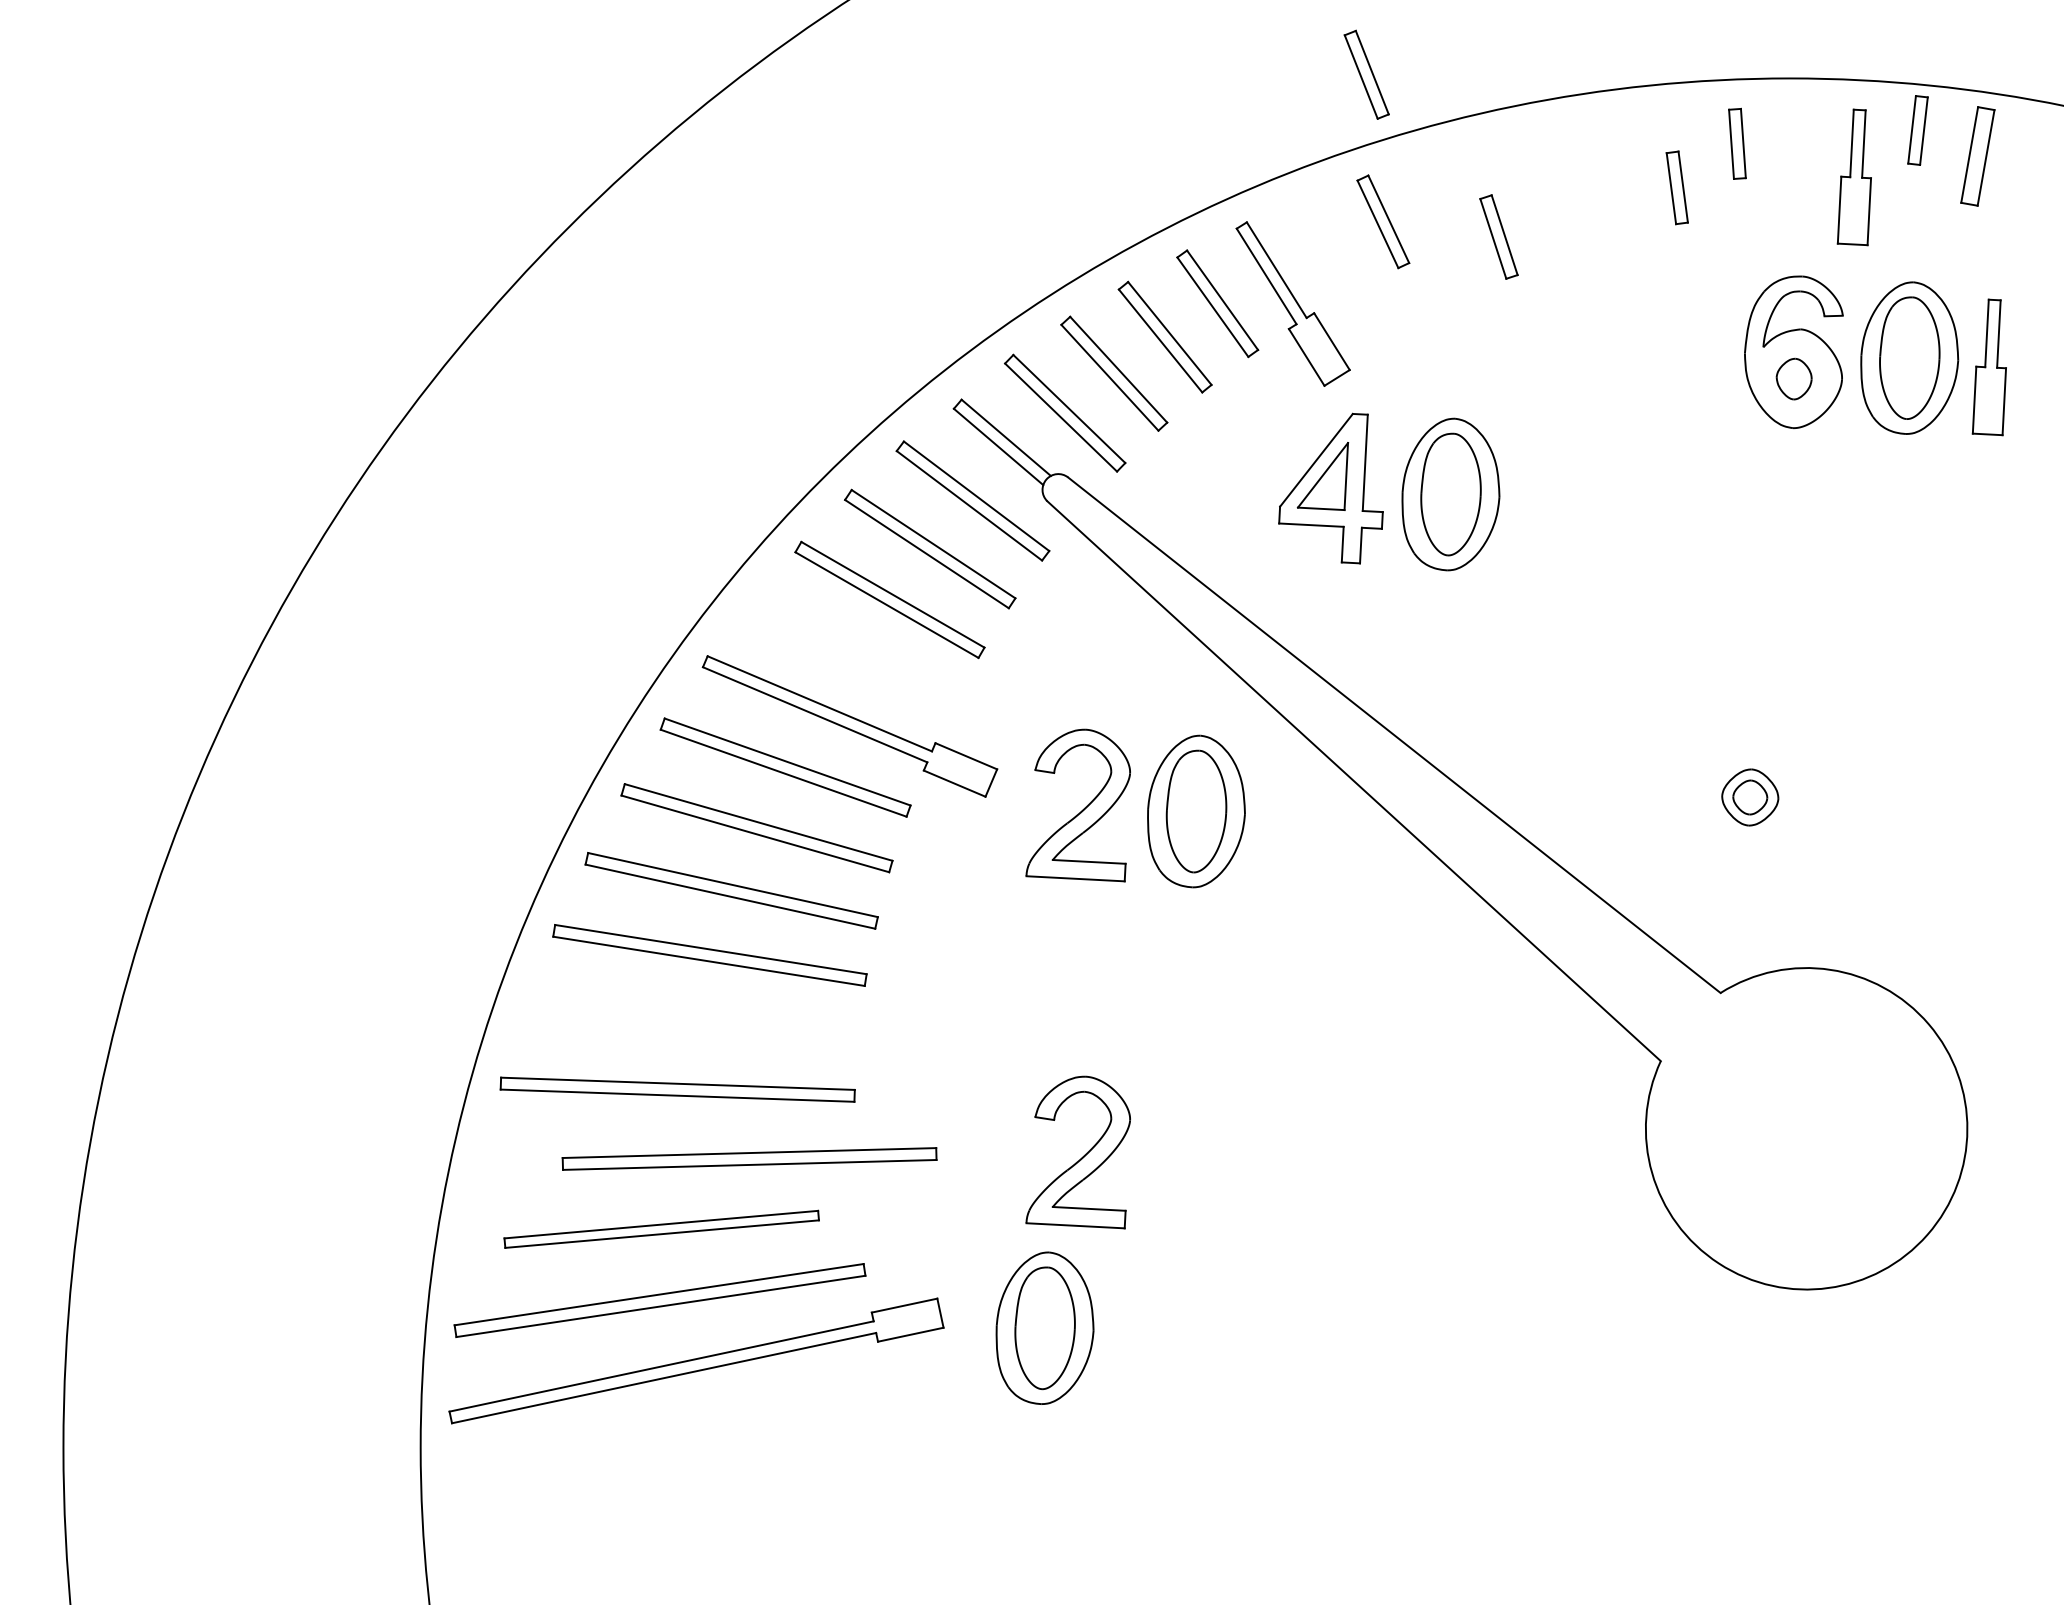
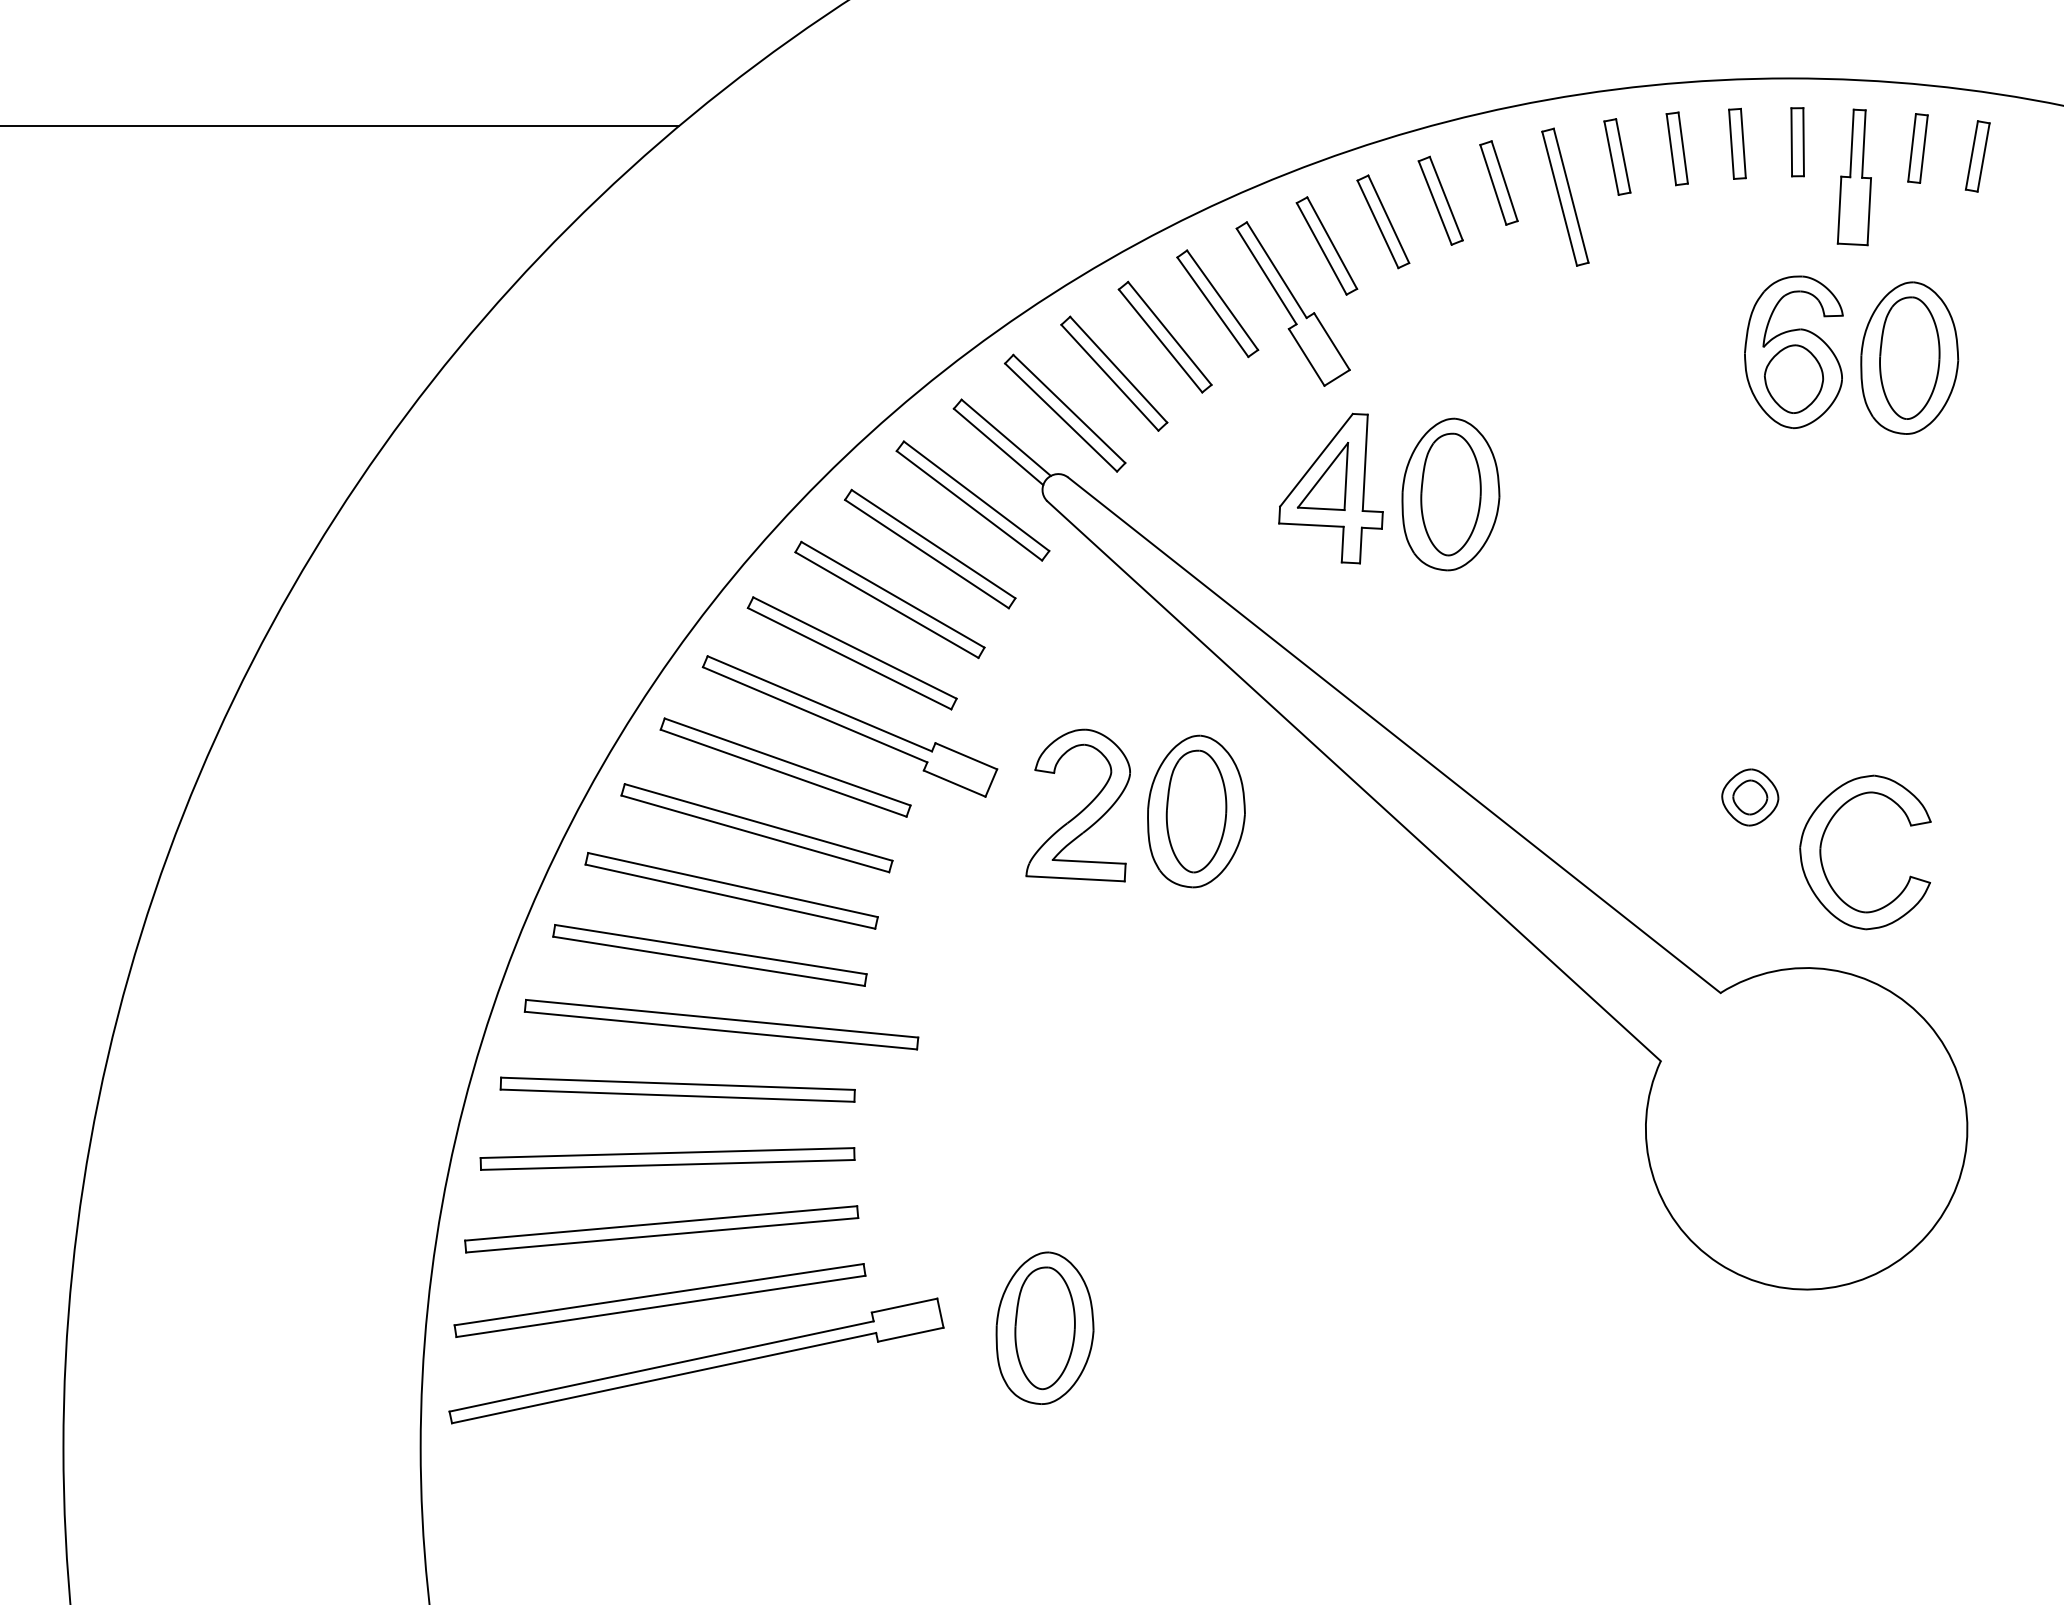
part at (1366, 74) position: (1366, 74) -> (1440, 200)
line at (340, 126): none -> present
part at (1917, 130) position: (1917, 130) -> (1917, 148)
part at (1797, 142): none -> present
part at (1617, 156): none -> present
part at (1977, 156) size: 36x101 px -> 27x73 px
part at (1676, 187) position: (1676, 187) -> (1676, 148)
part at (1565, 196): none -> present
part at (1498, 236) position: (1498, 236) -> (1498, 182)
part at (1326, 245): none -> present
part at (1988, 367): present -> none
part at (1793, 378) size: 38x44 px -> 61x70 px
part at (851, 653): none -> present
part at (1822, 860): none -> present
part at (721, 1024): none -> present
part at (1082, 1156): present -> none
part at (749, 1158) position: (749, 1158) -> (667, 1158)
part at (661, 1228) size: 317x40 px -> 396x49 px
